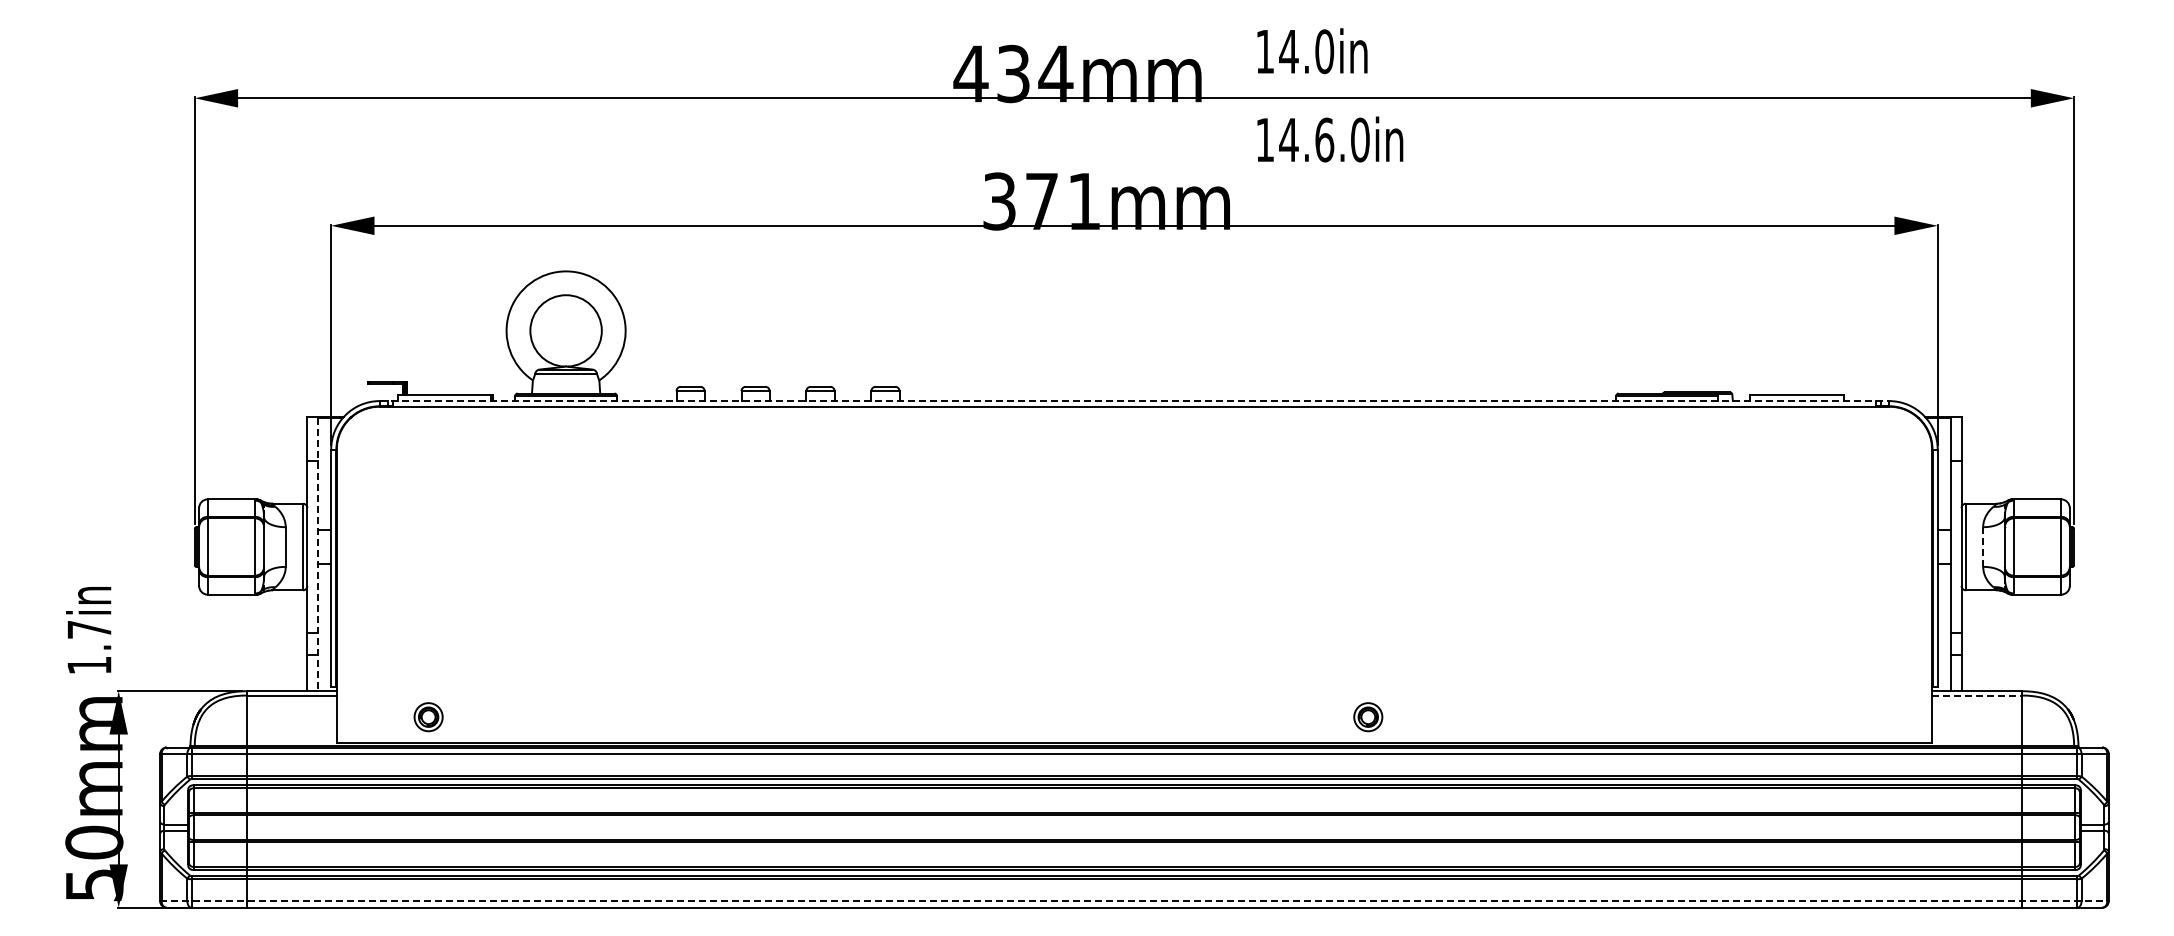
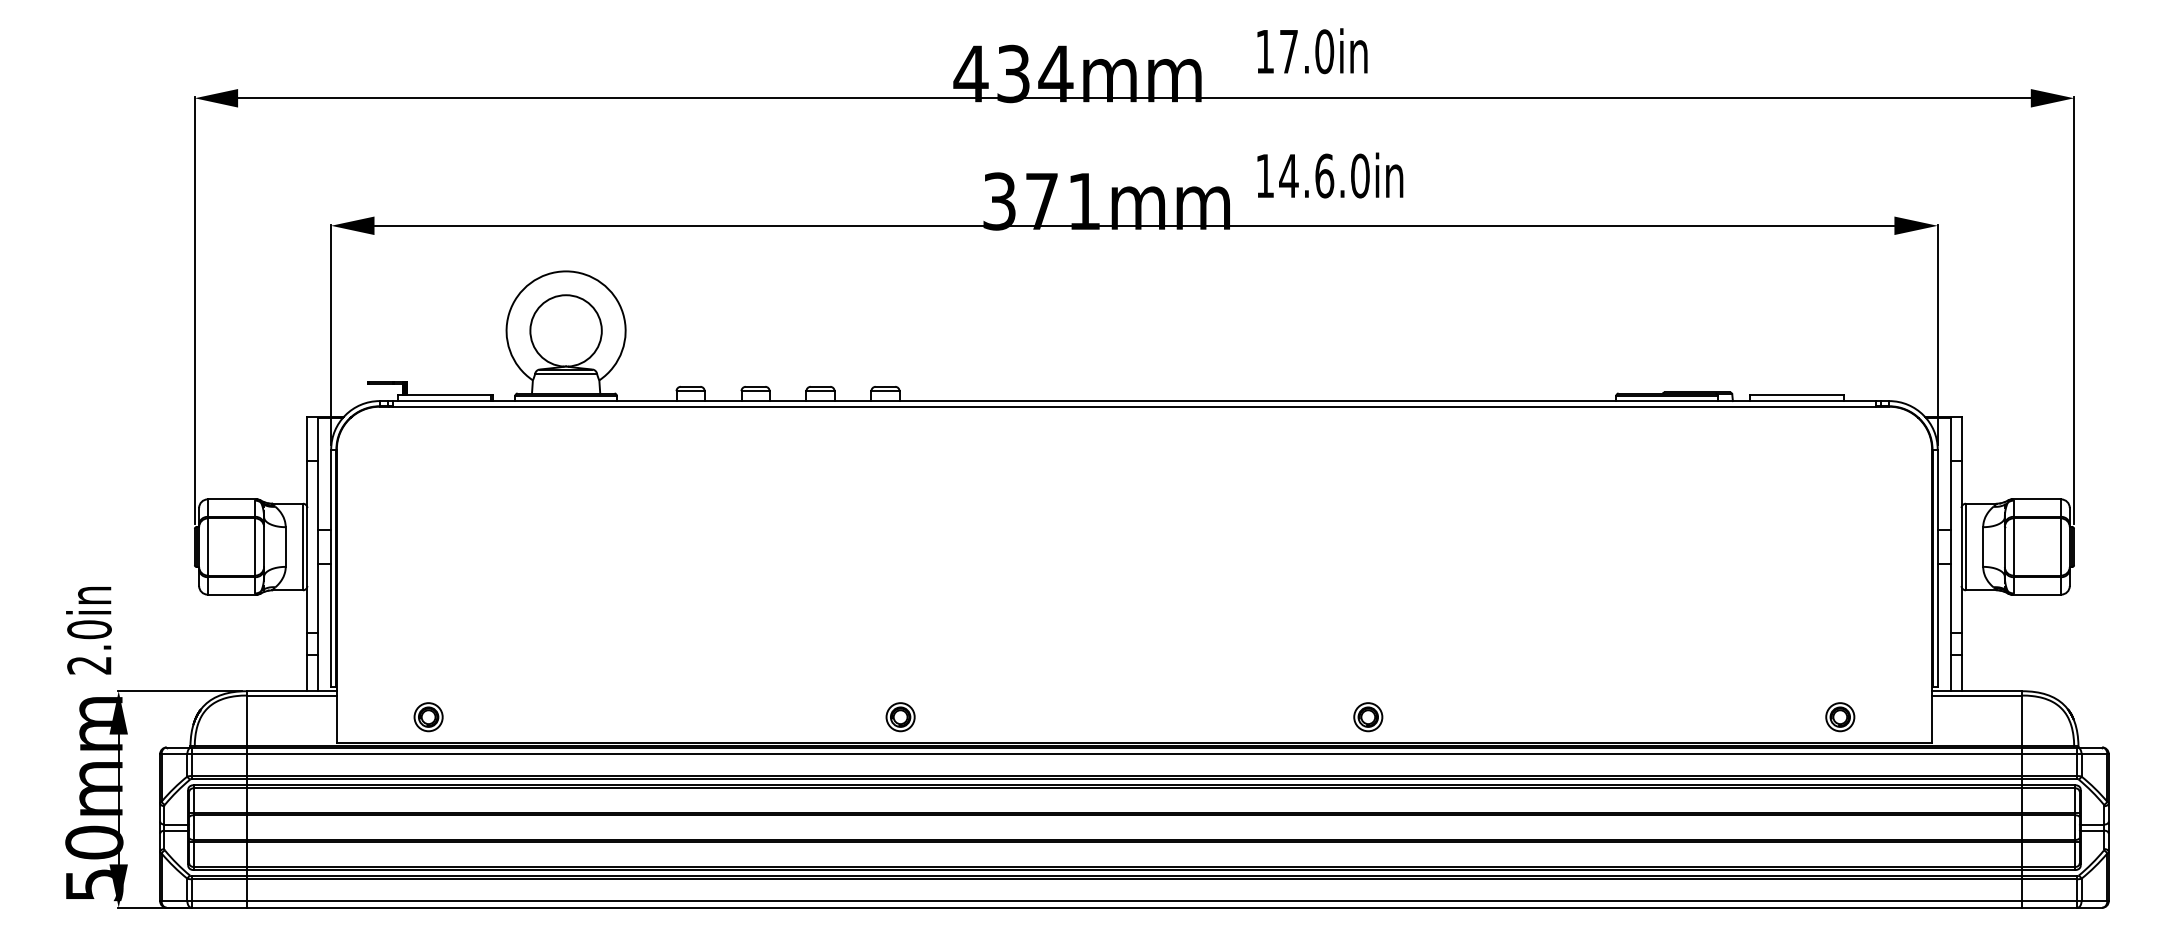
text at (1288, 51): 14.0in -> 17.0in
text at (1330, 139) position: (1330, 139) -> (1330, 175)
line at (1134, 401): dashed -> solid
line at (1983, 547): dashed -> solid
line at (318, 554): dashed -> solid
text at (89, 647): 1.7in -> 2.0in
line at (1977, 695): dashed -> solid
part at (900, 717): none -> present
part at (1840, 717): none -> present
line at (1134, 901): dashed -> solid
